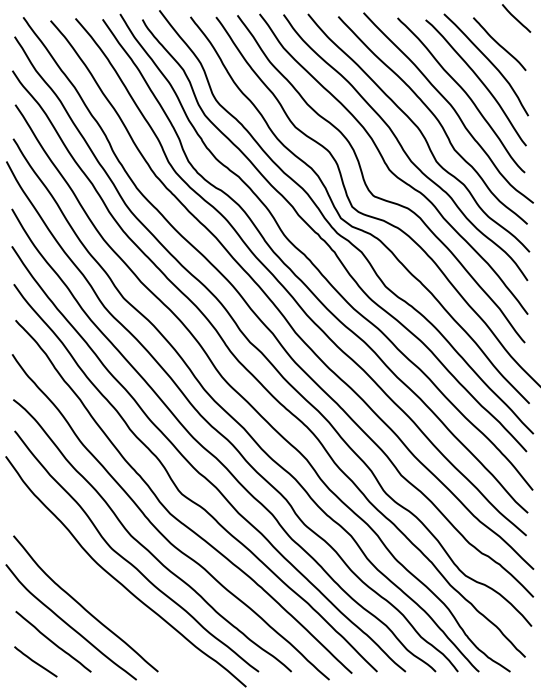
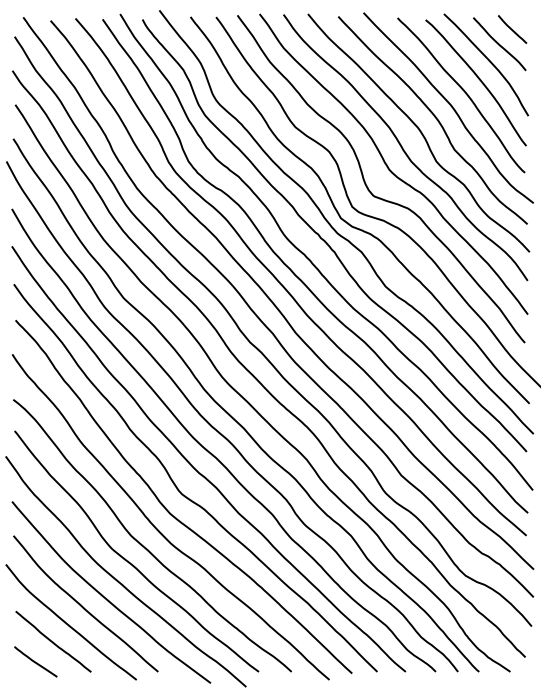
line at (516, 18) position: (516, 18) -> (512, 29)
curve at (107, 598): none -> present
